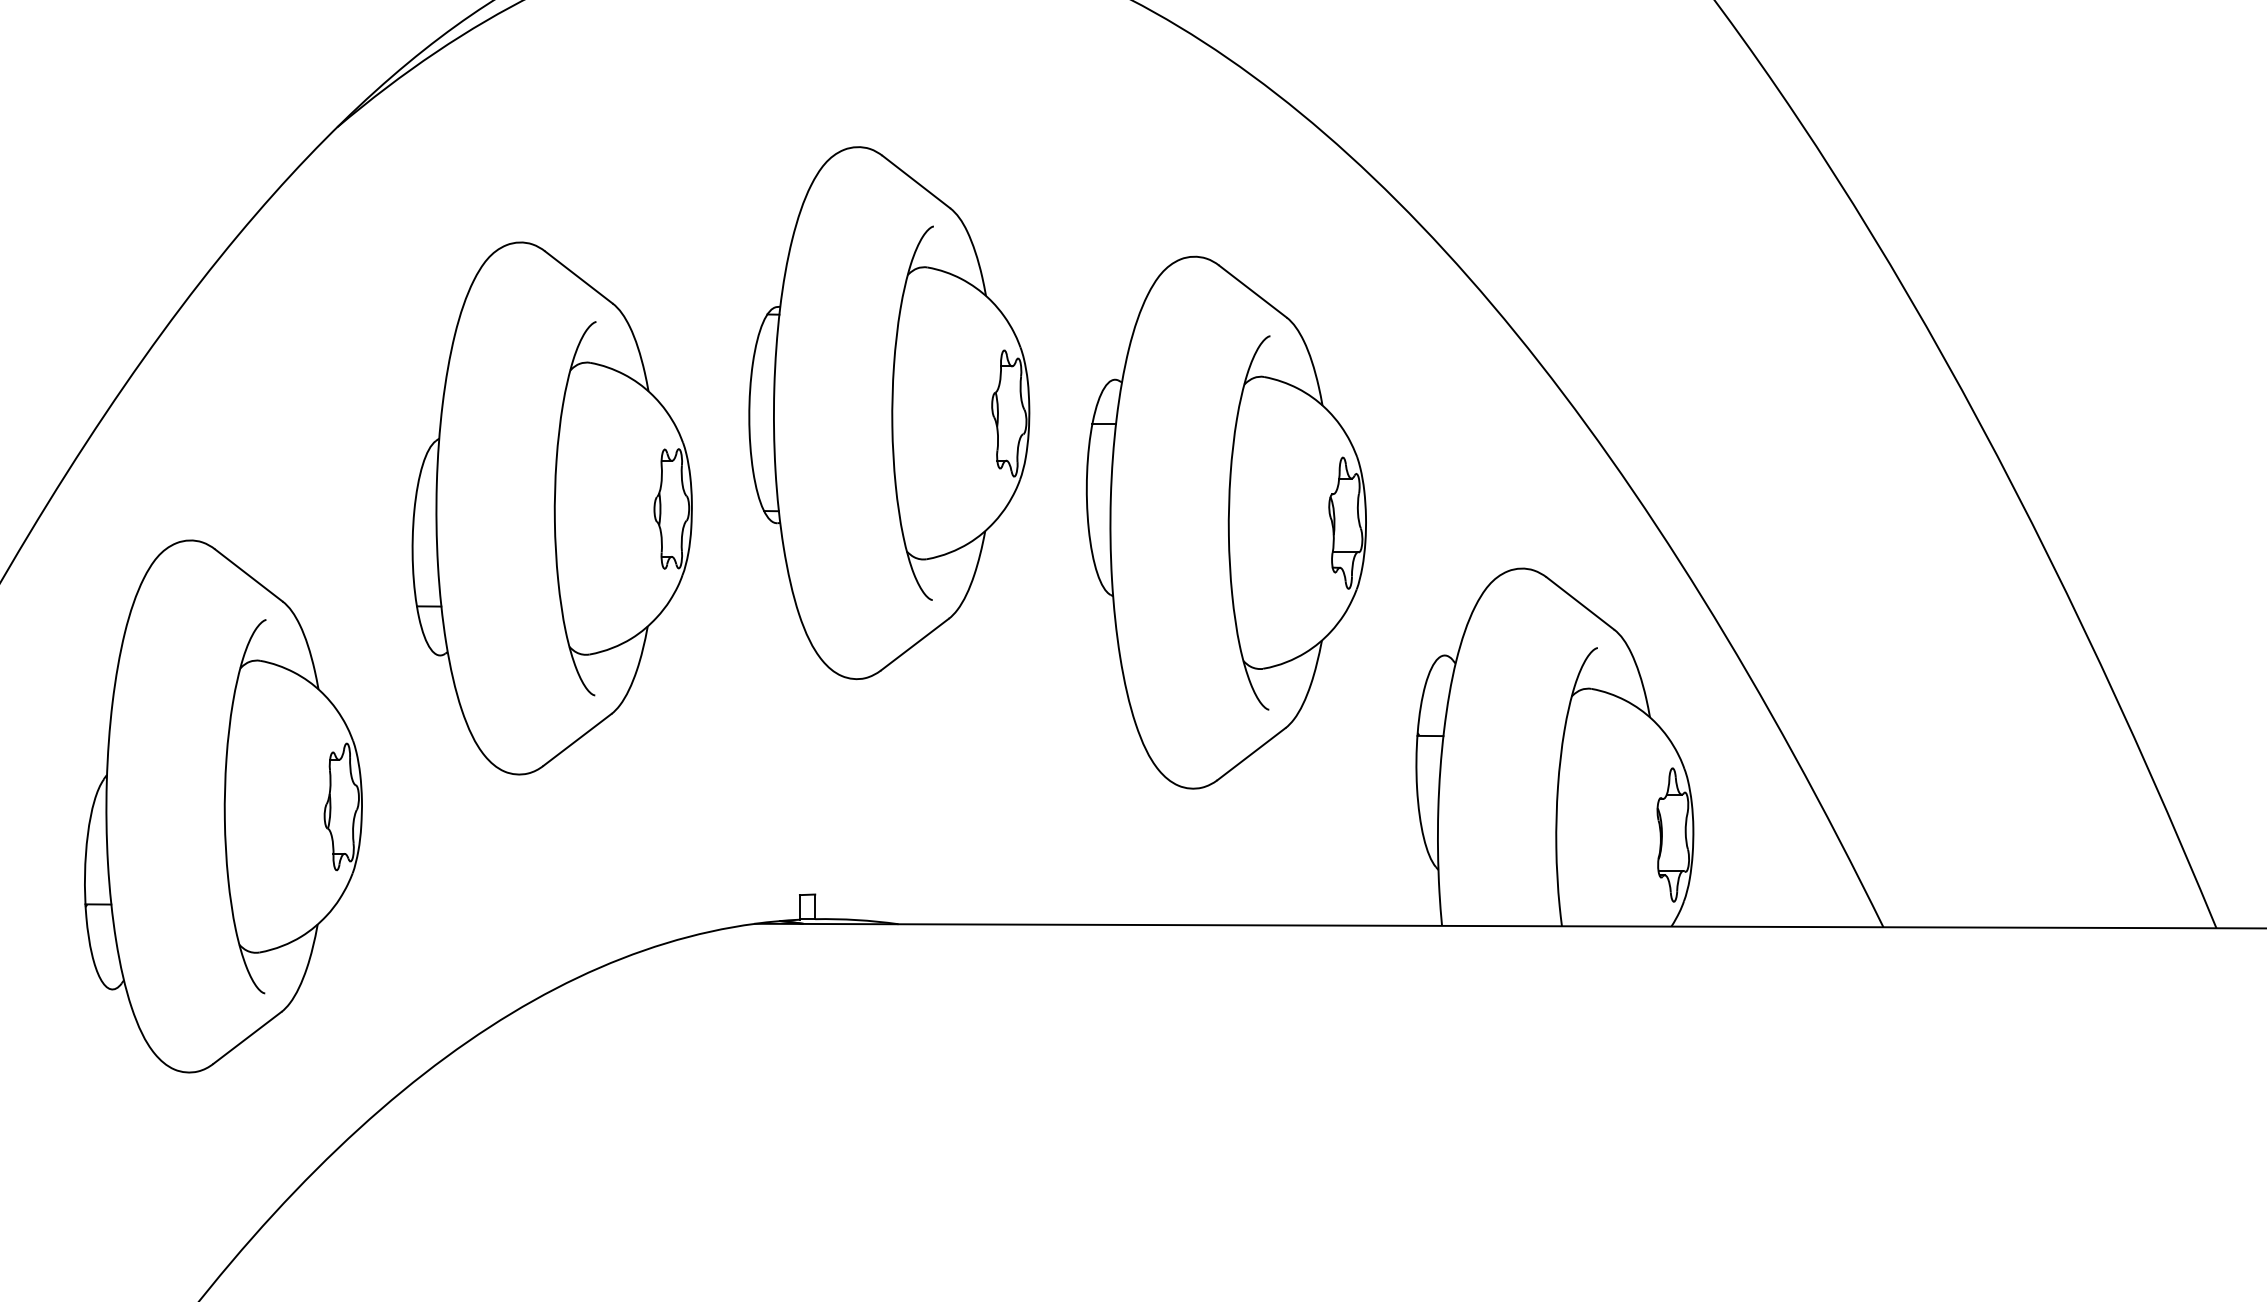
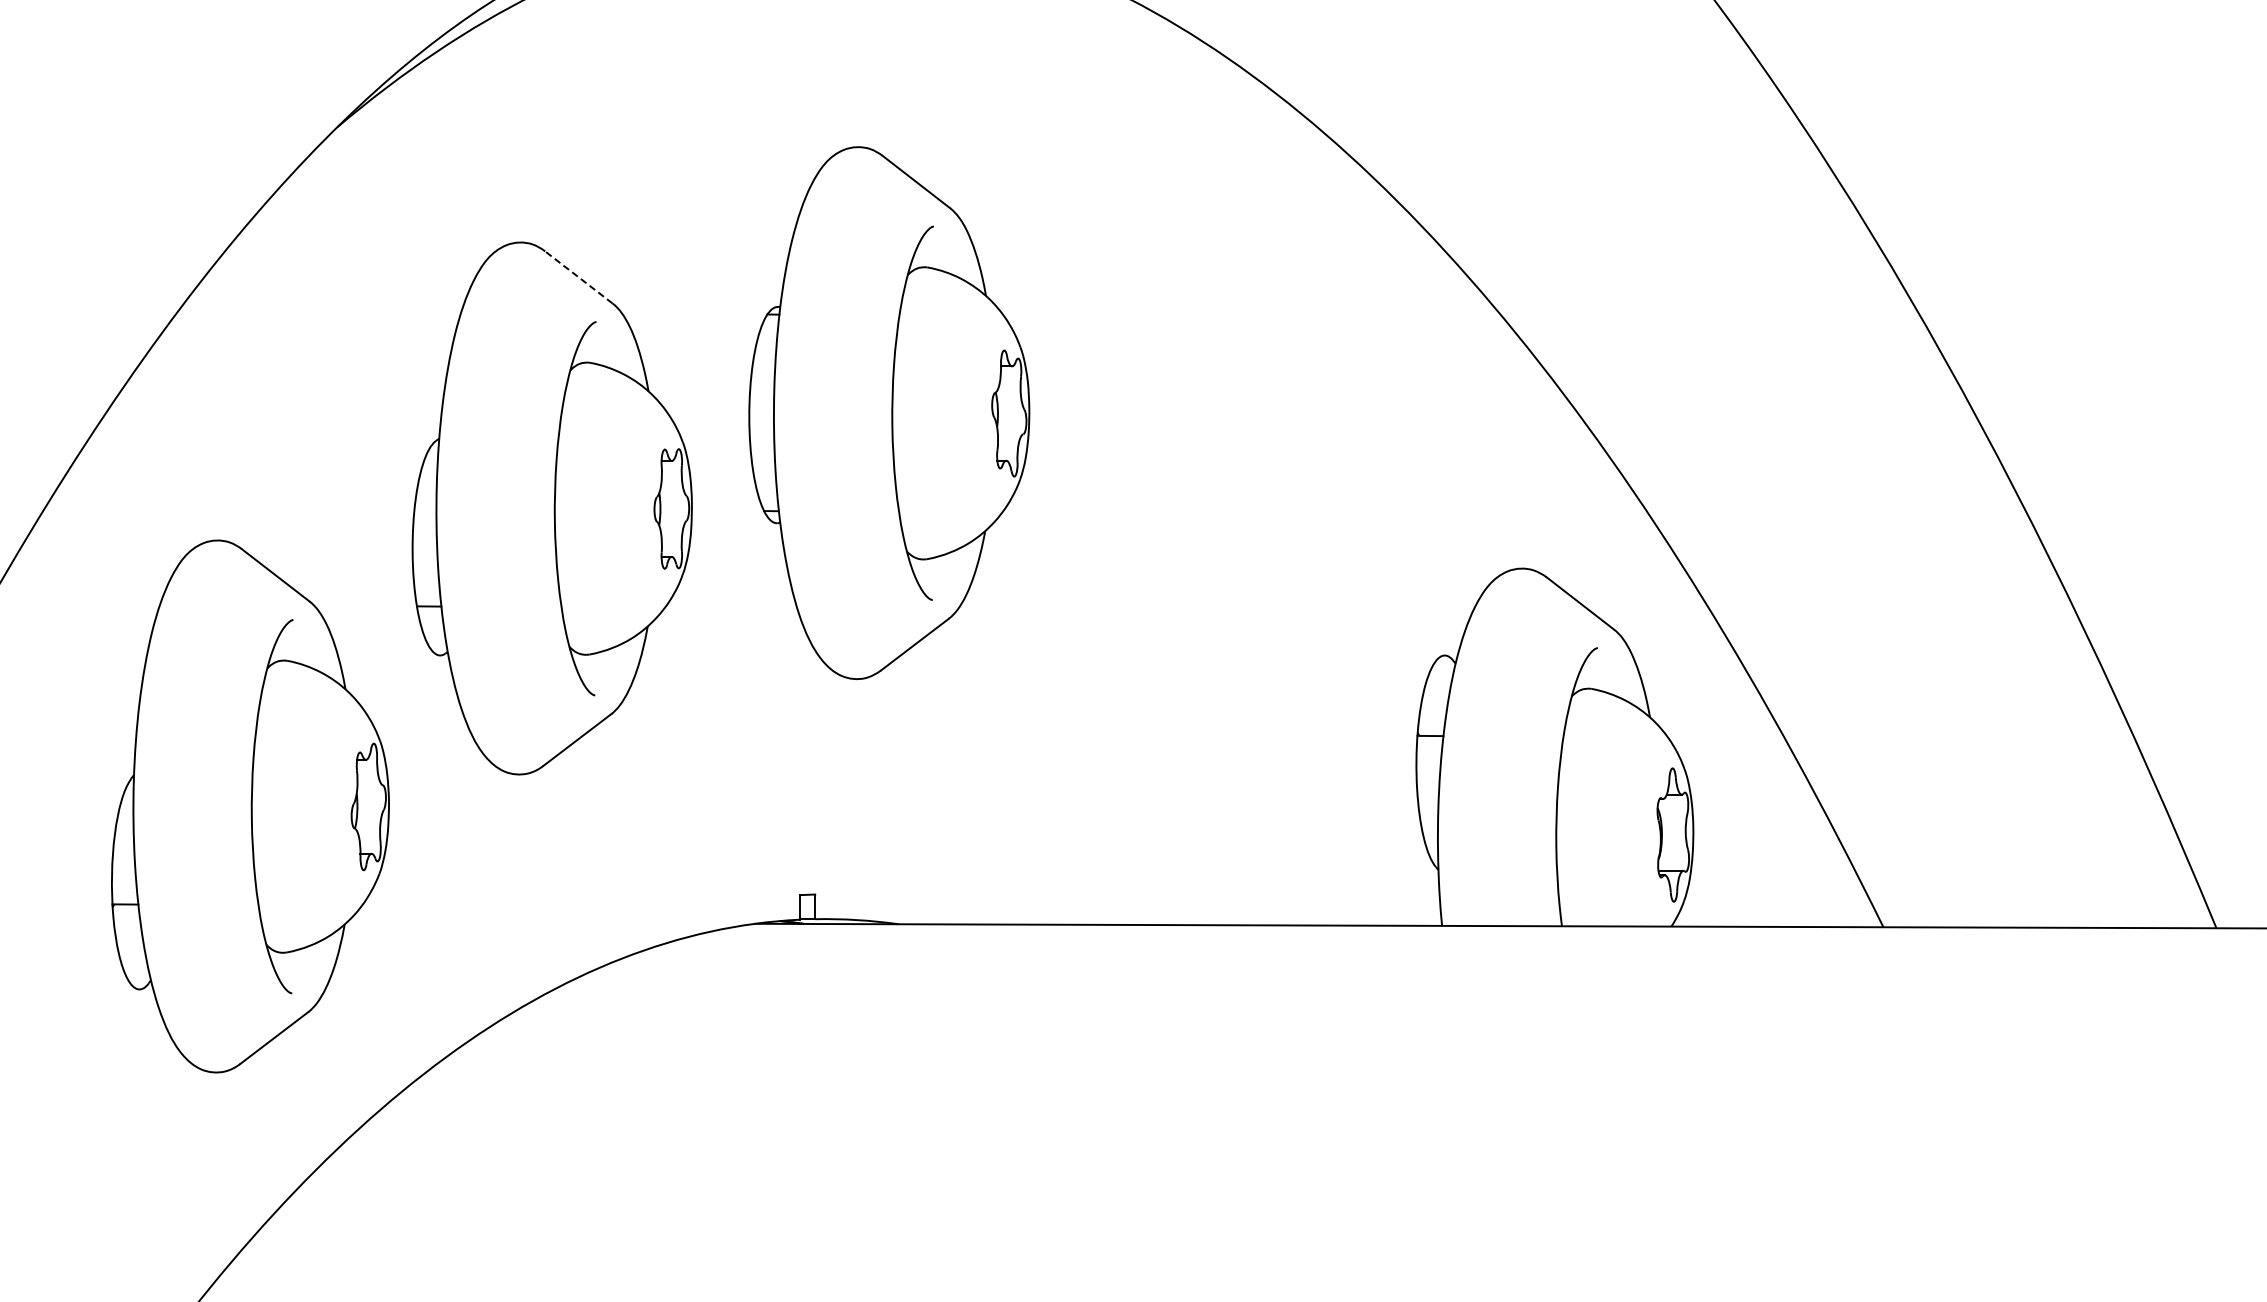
line at (578, 277): solid -> dashed
part at (1225, 522): present -> none
part at (223, 806) position: (223, 806) -> (250, 806)
